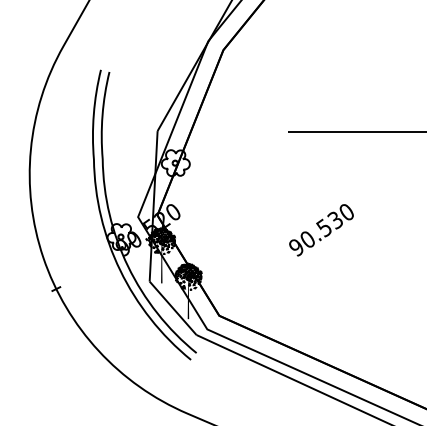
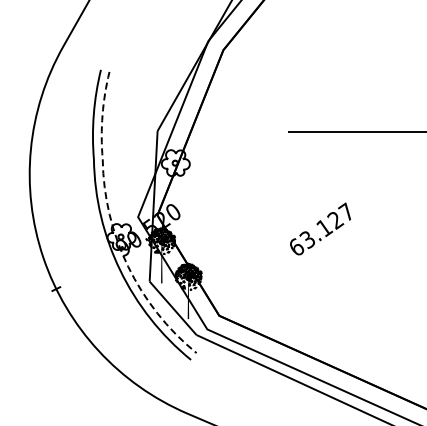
line at (112, 225): solid -> dashed
text at (321, 229): 90.530 -> 63.127
